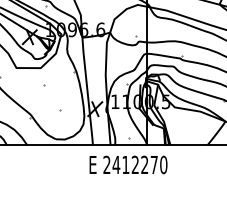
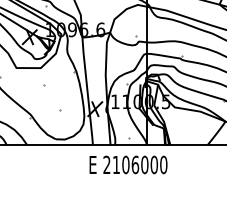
text at (134, 164): 2412270 -> 2106000
